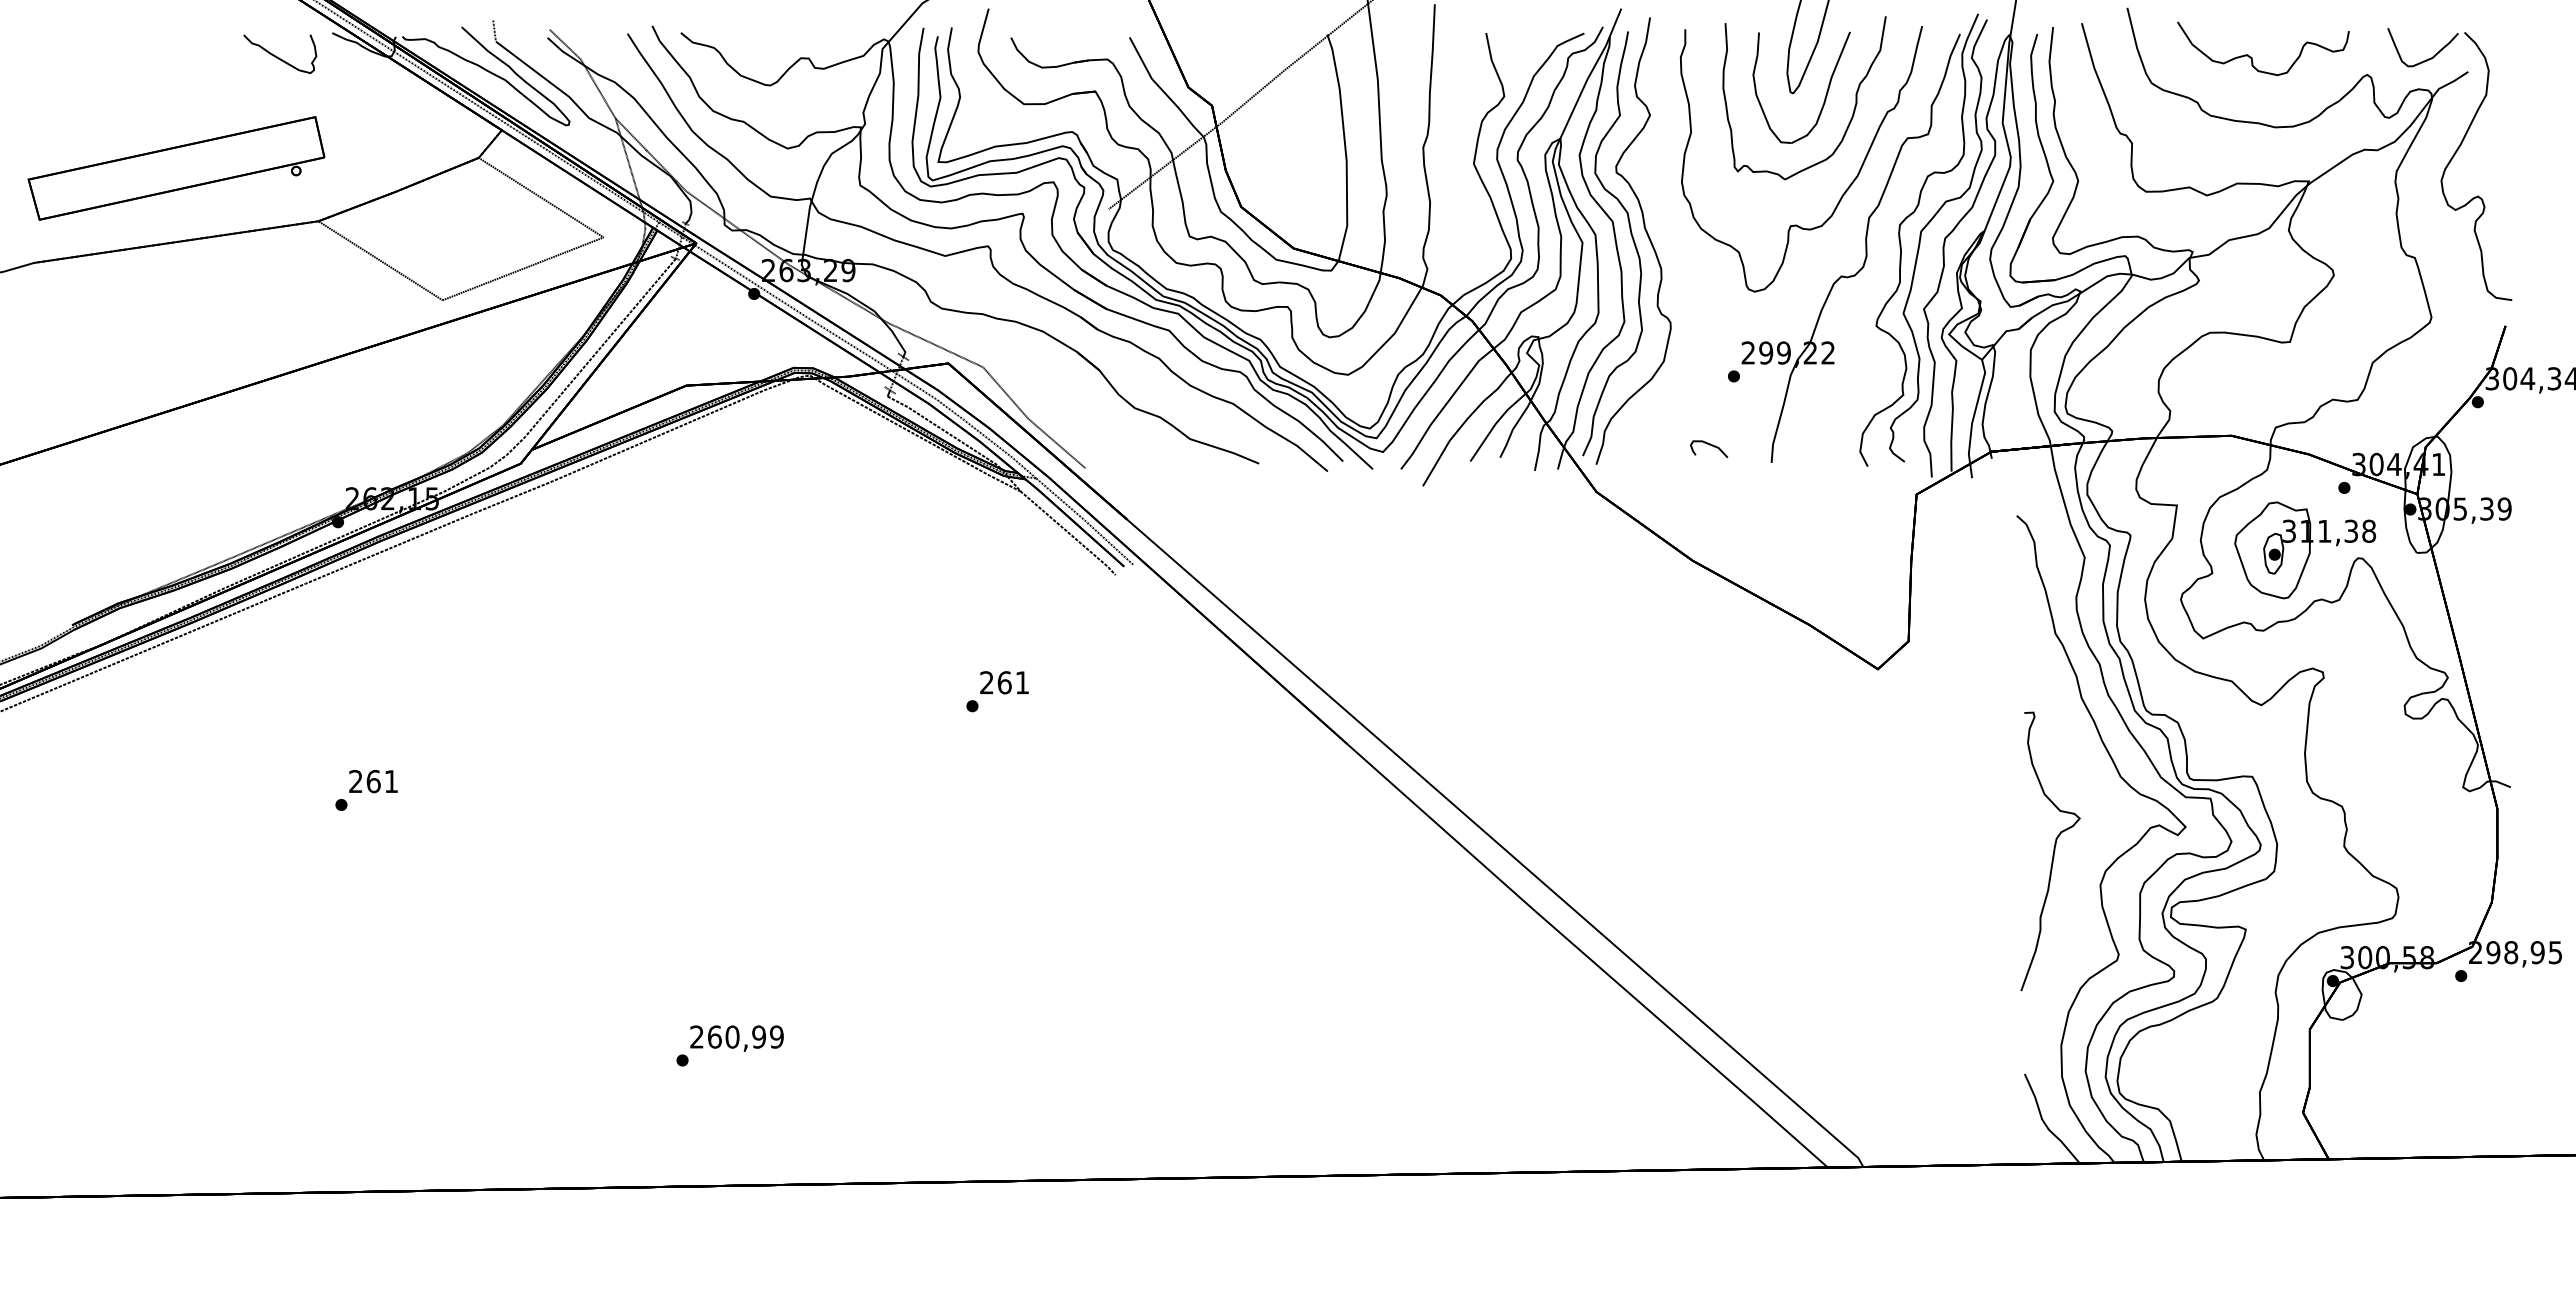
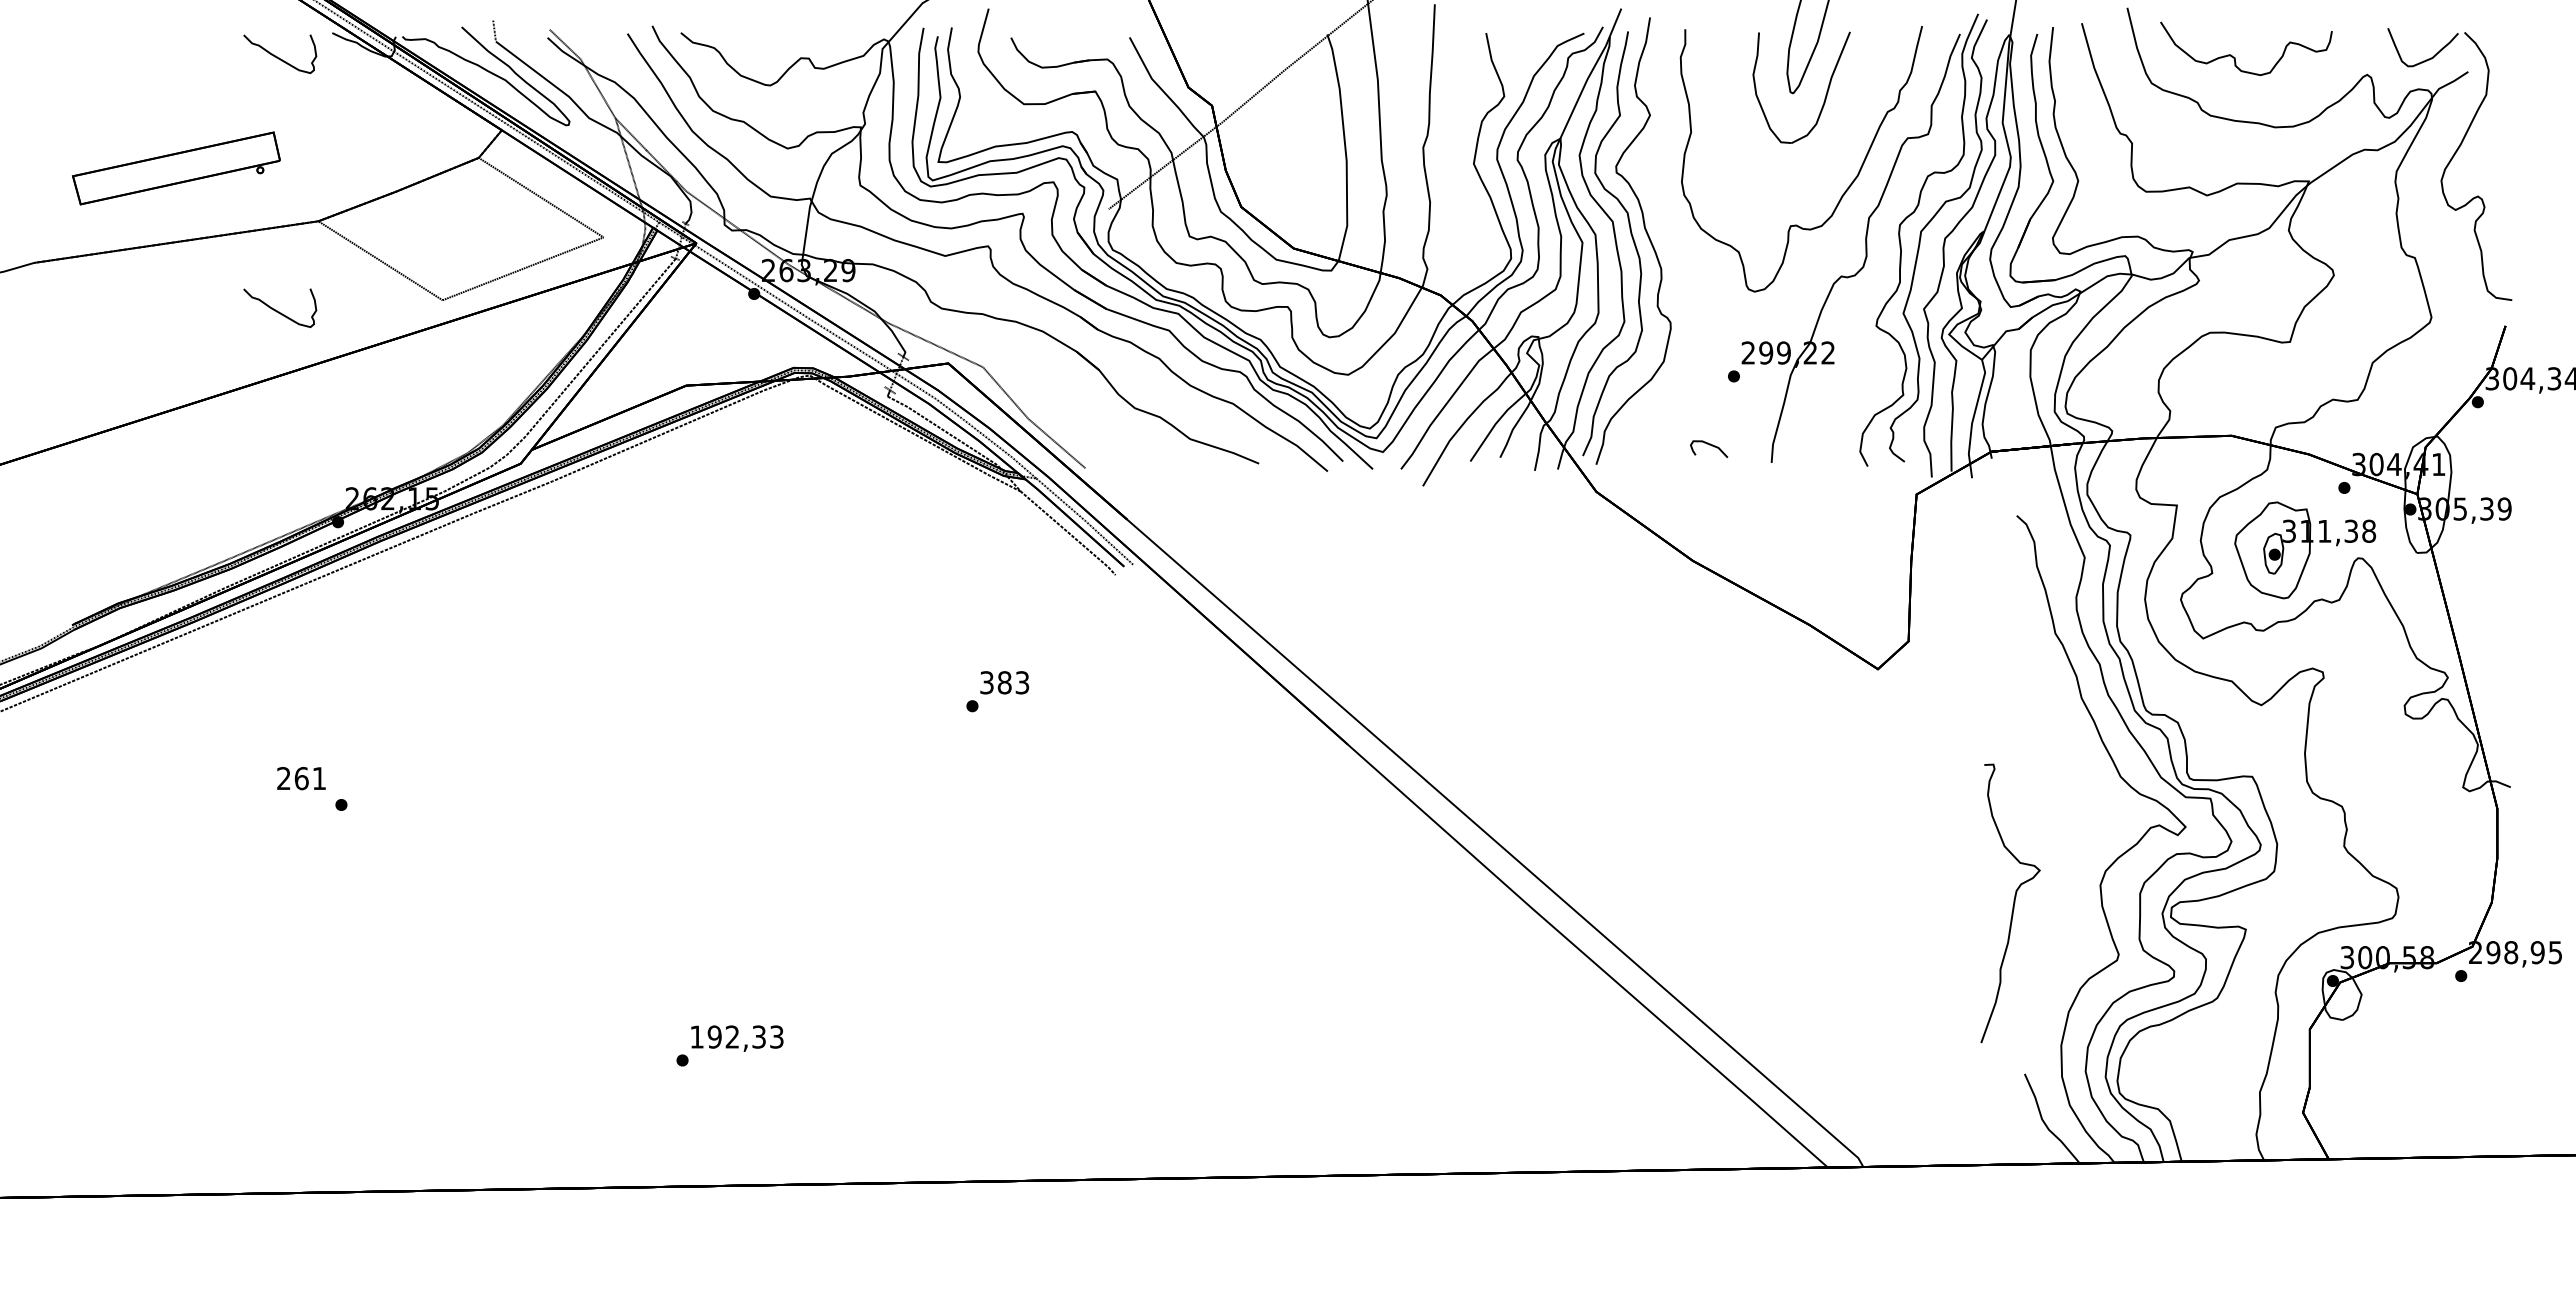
curve at (2252, 57) position: (2252, 57) -> (2235, 57)
part at (1853, 109): present -> none
part at (176, 168) size: 299x105 px -> 209x75 px
curve at (279, 311): none -> present
text at (1004, 682): 261 -> 383
text at (373, 781) position: (373, 781) -> (301, 778)
curve at (2053, 851) position: (2053, 851) -> (2013, 903)
text at (736, 1036): 260,99 -> 192,33
